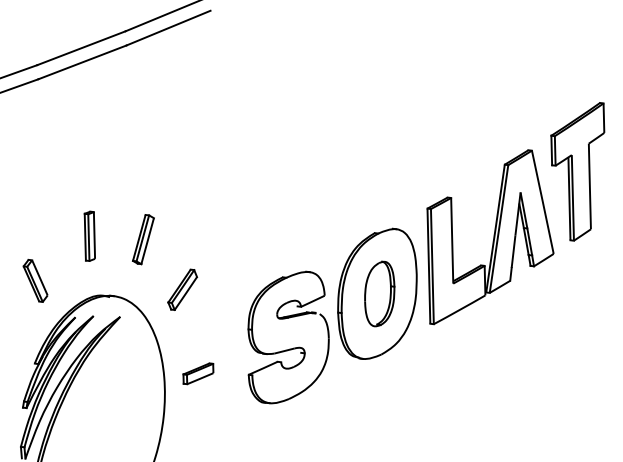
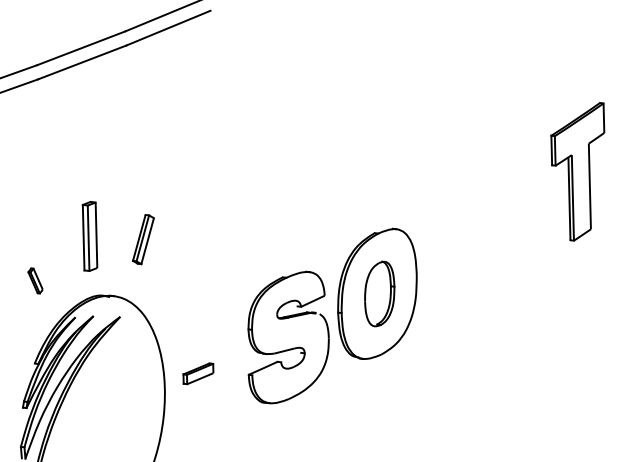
part at (89, 235) size: 13x52 px -> 18x71 px
part at (490, 237): present -> none
part at (35, 280) size: 27x44 px -> 17x28 px
part at (182, 289): present -> none
